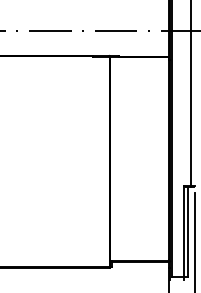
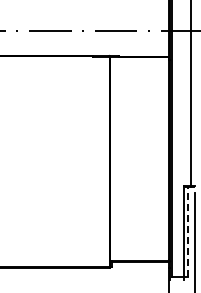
line at (188, 231): solid -> dashed
